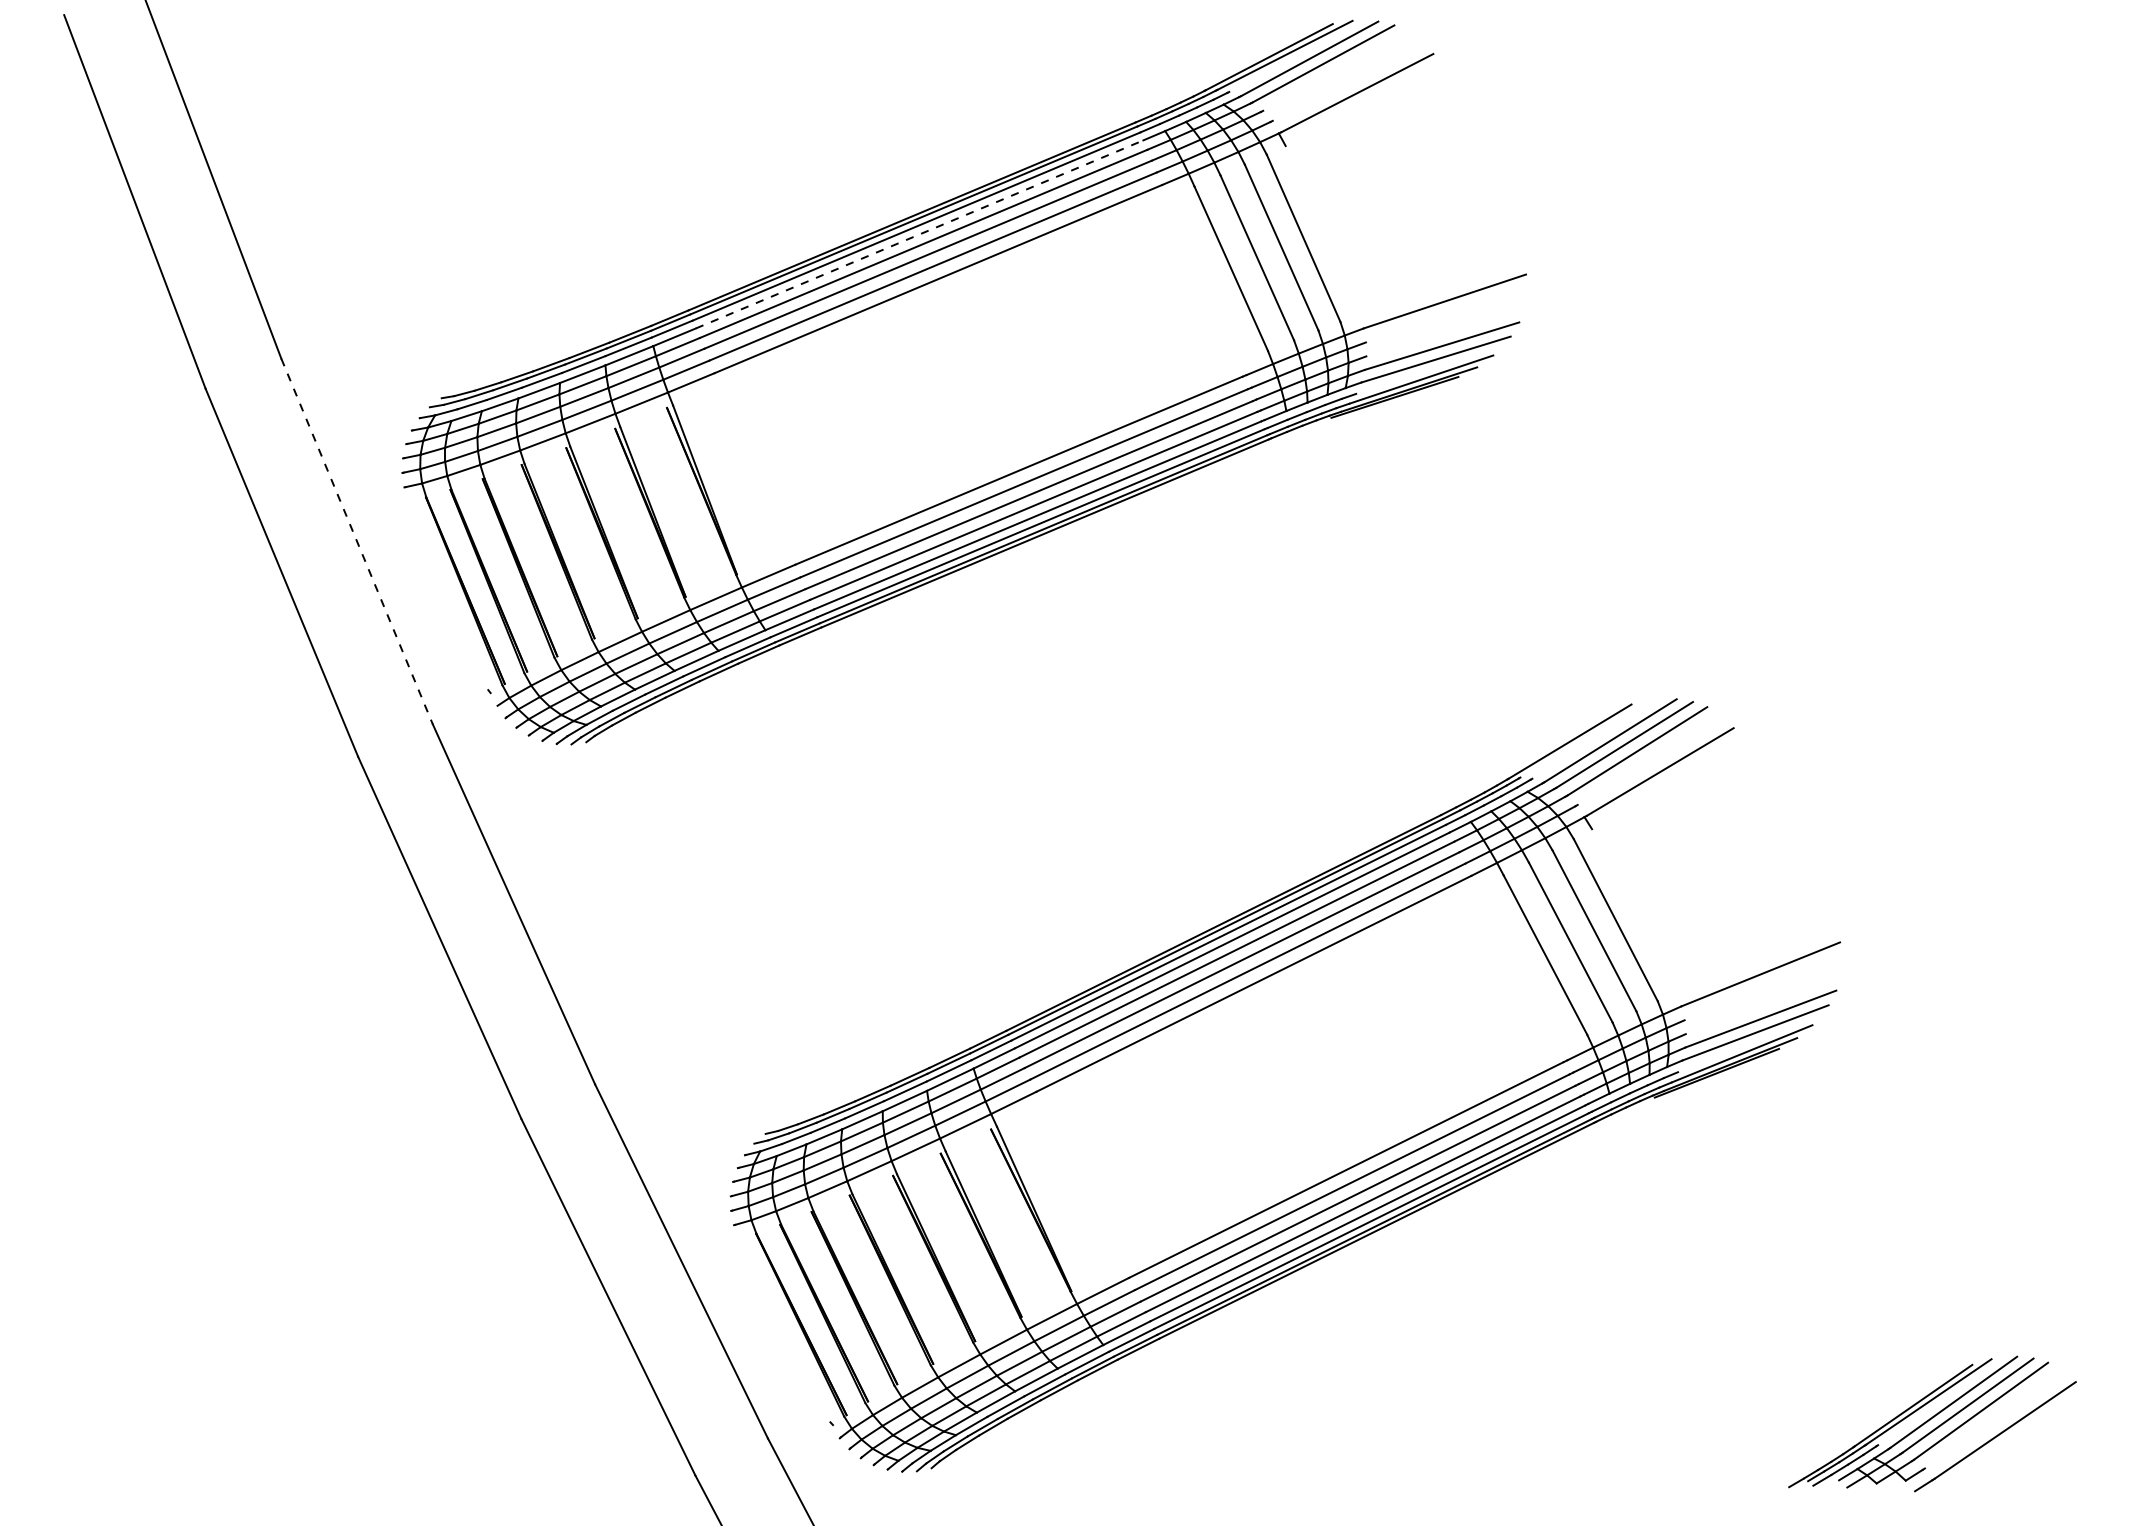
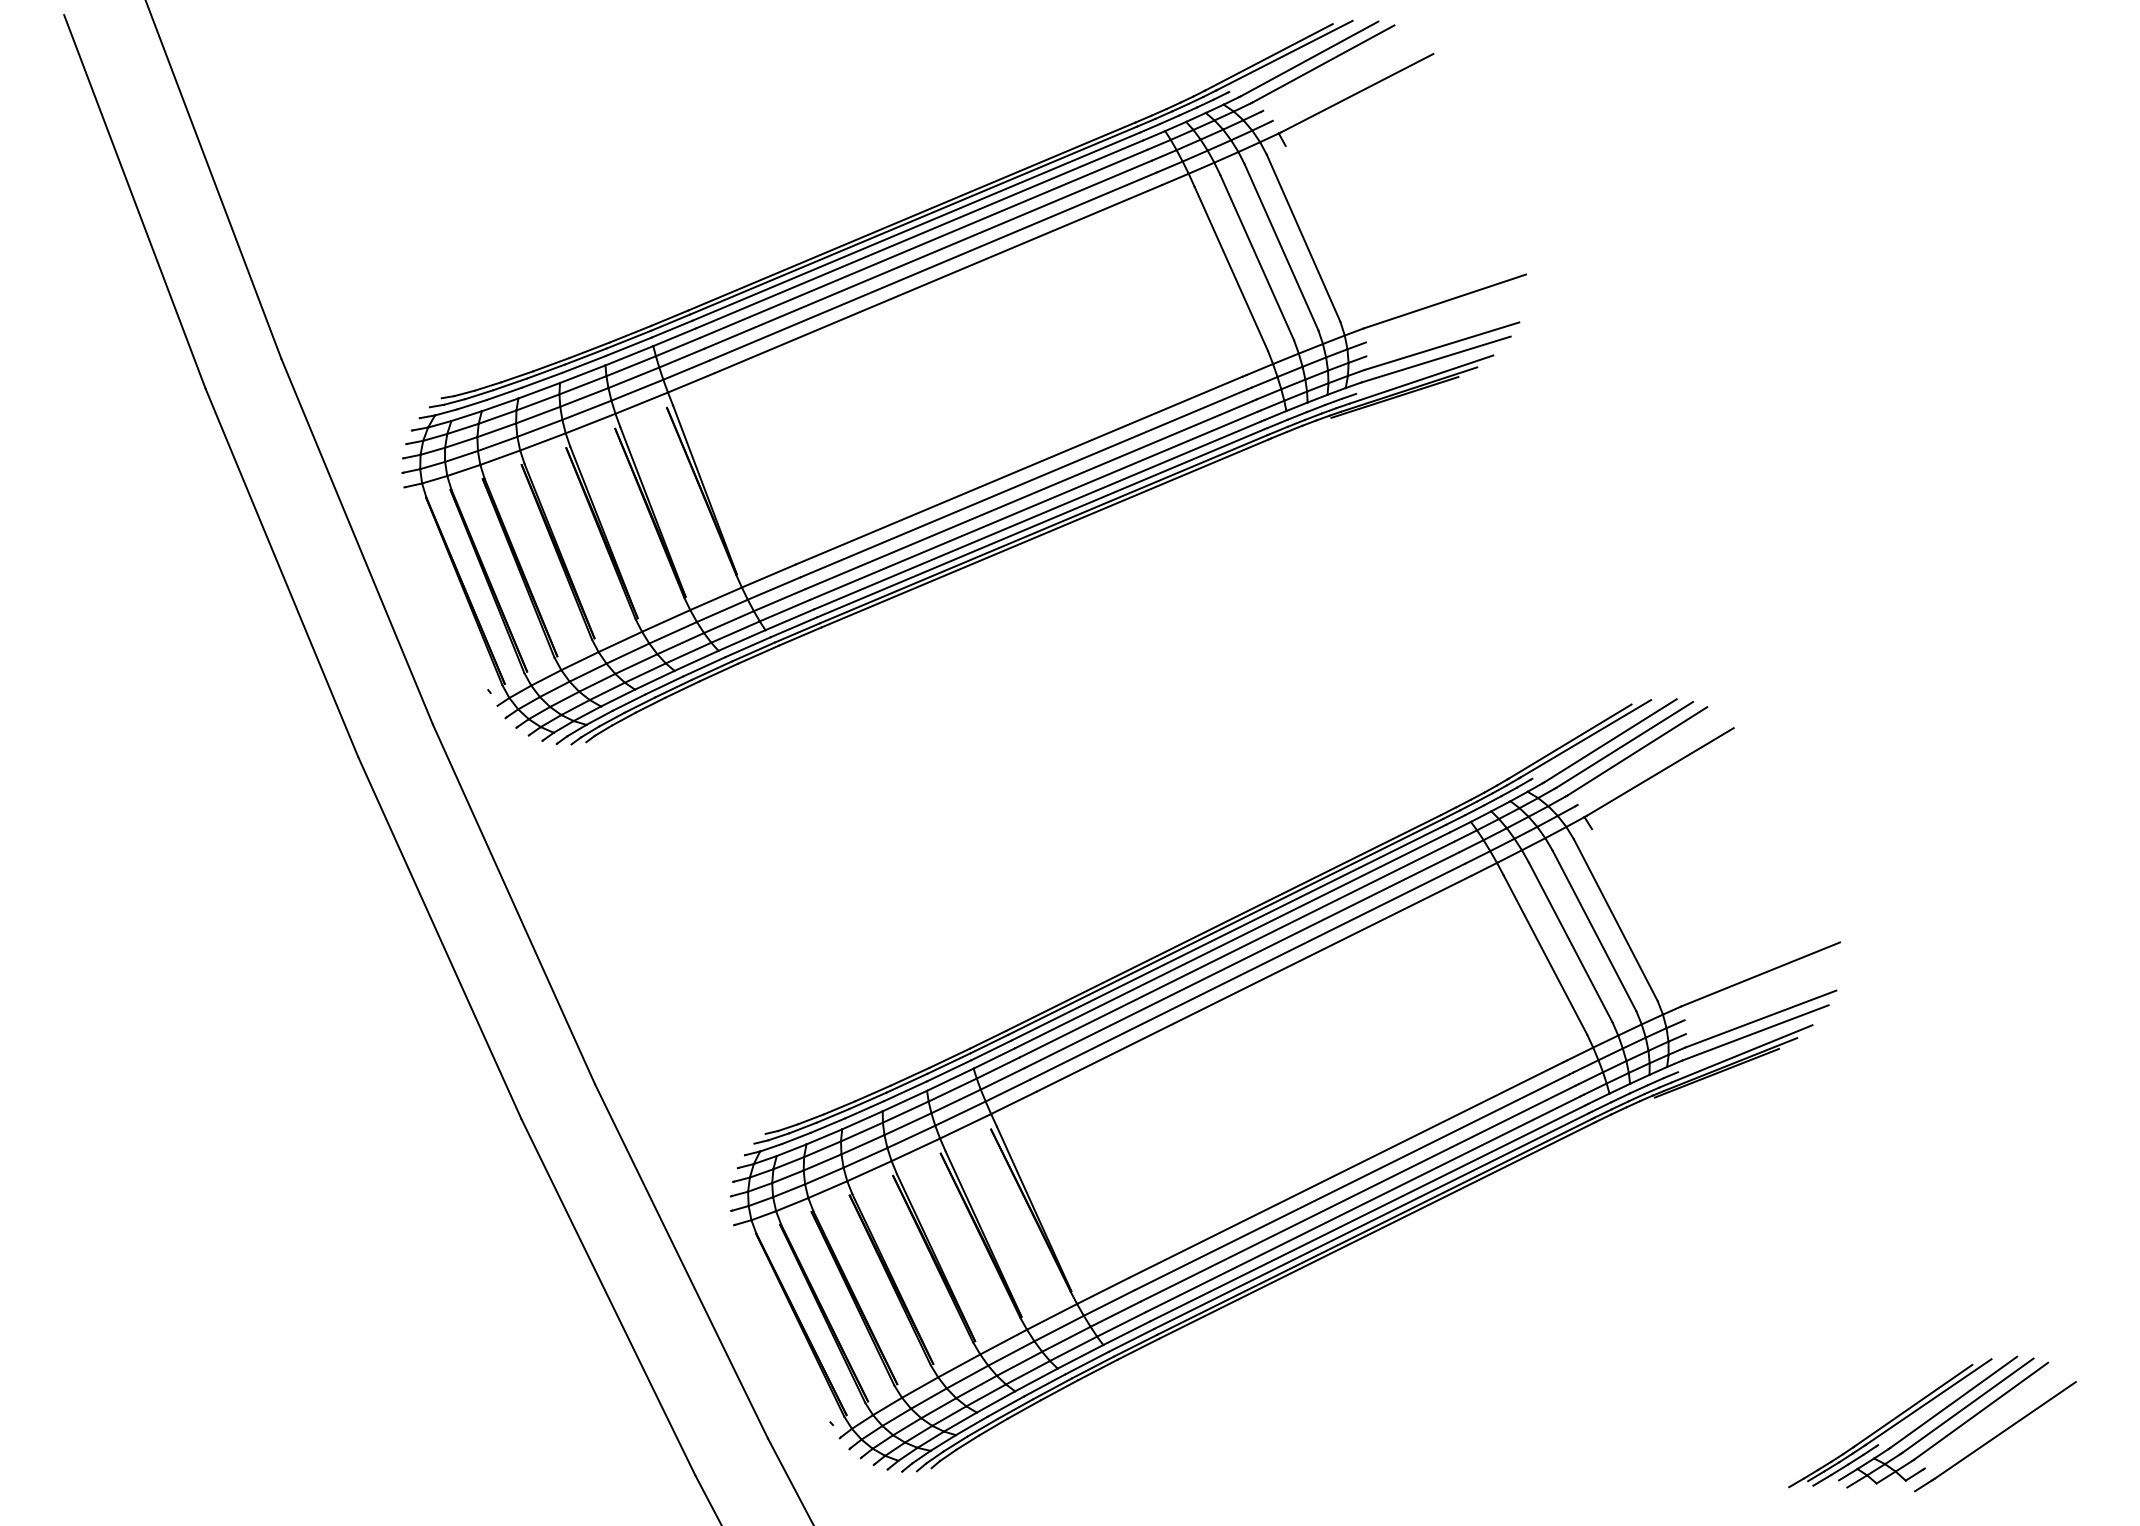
line at (919, 234): dashed -> solid
line at (357, 541): dashed -> solid
line at (1585, 738): none -> present
